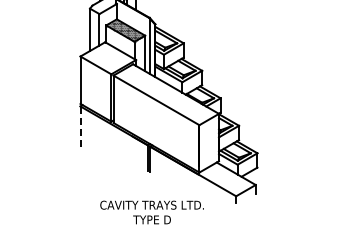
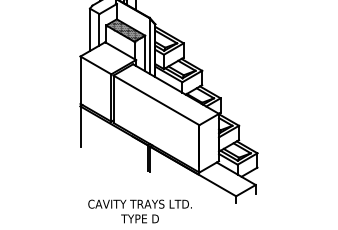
line at (80, 126): dashed -> solid
text at (151, 212) position: (151, 212) -> (139, 211)
